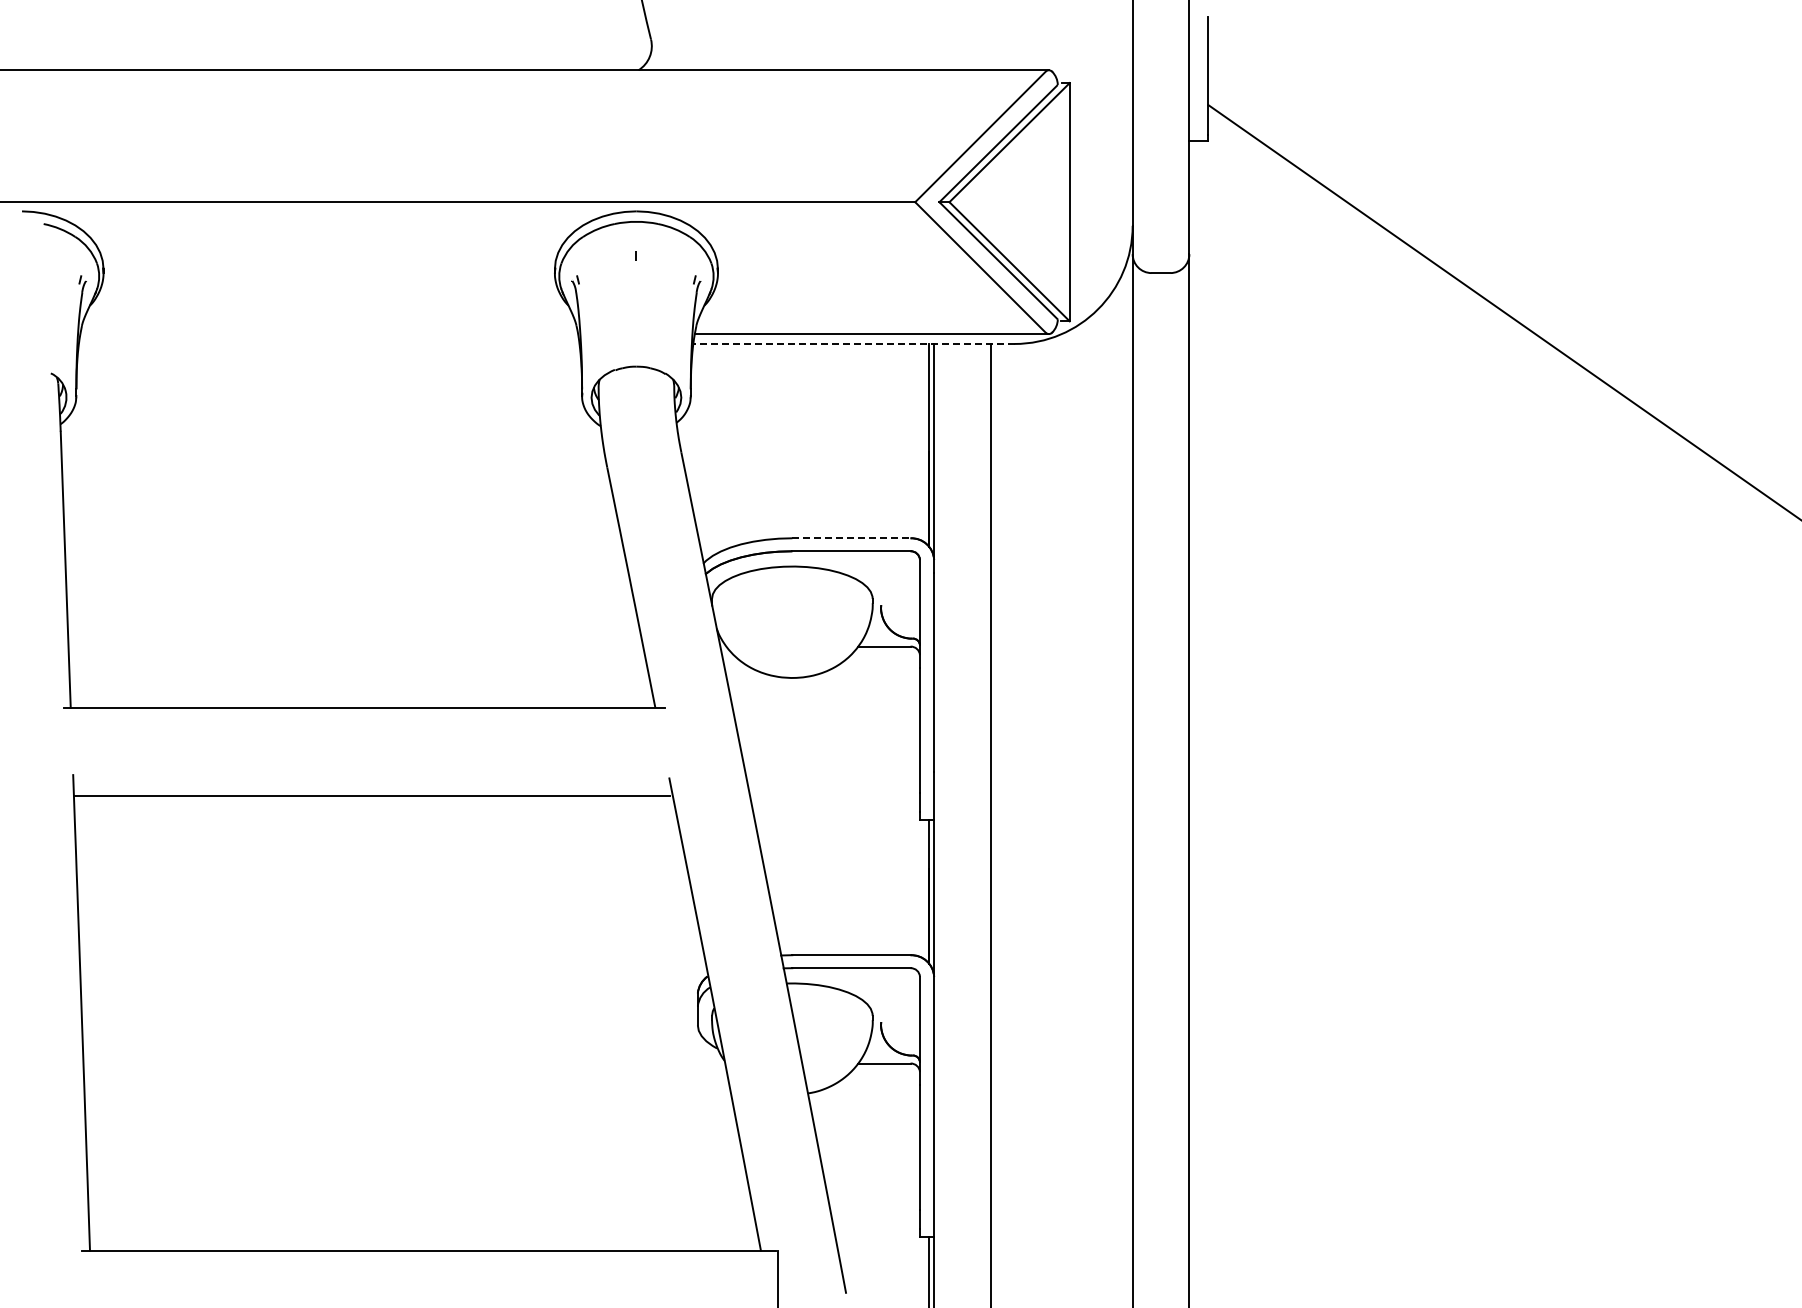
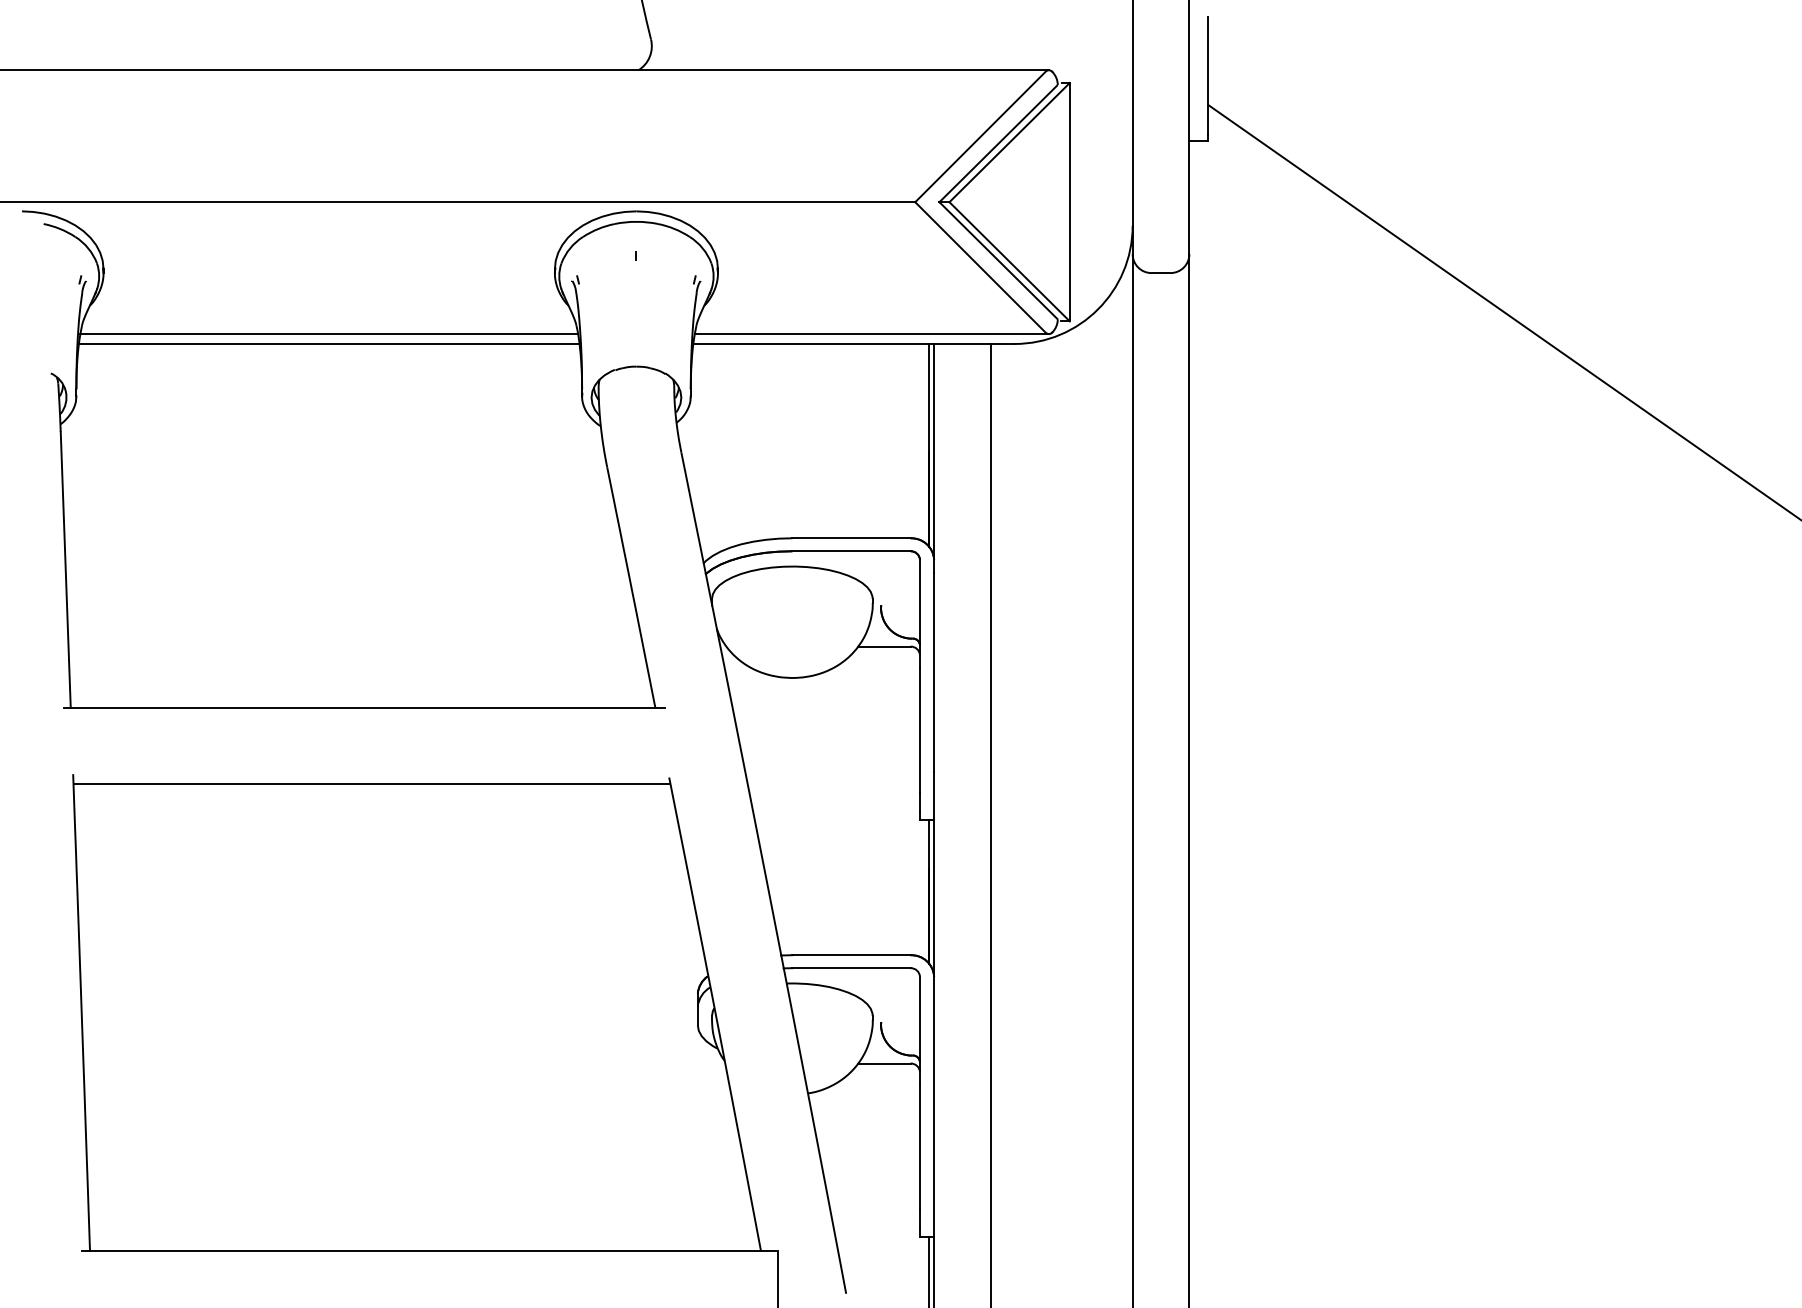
line at (328, 334): none -> present
line at (329, 343): none -> present
line at (854, 343): dashed -> solid
line at (851, 538): dashed -> solid
line at (371, 795) position: (371, 795) -> (371, 783)
